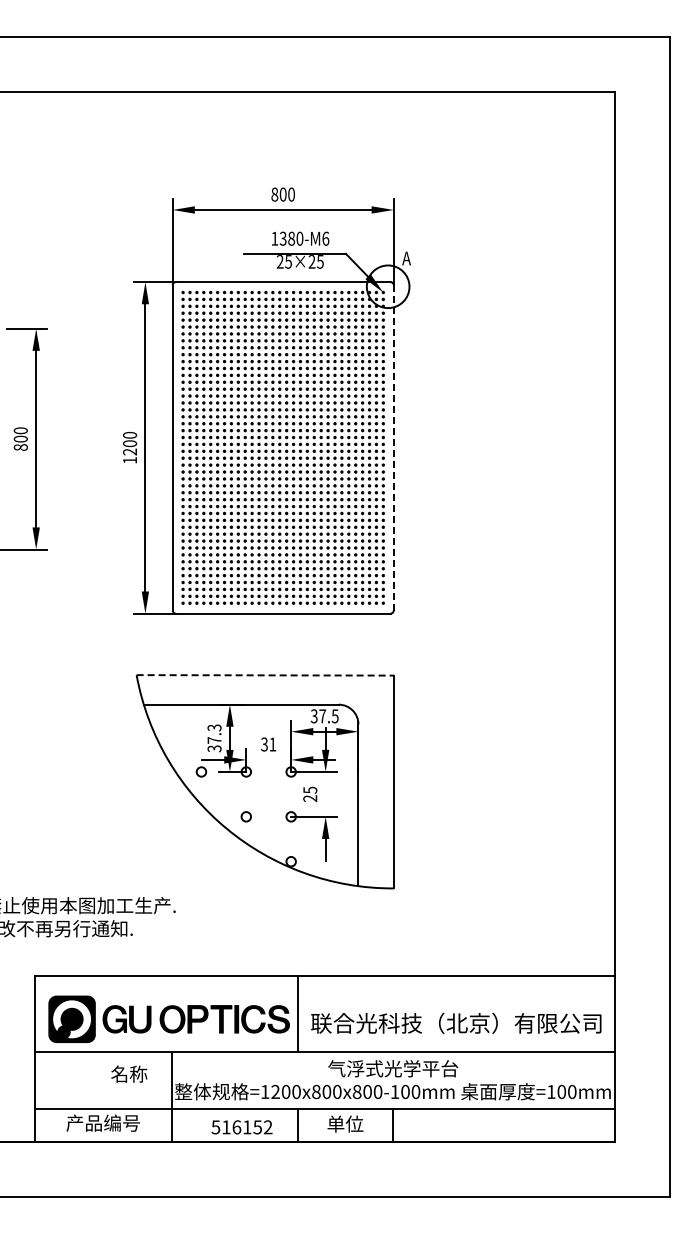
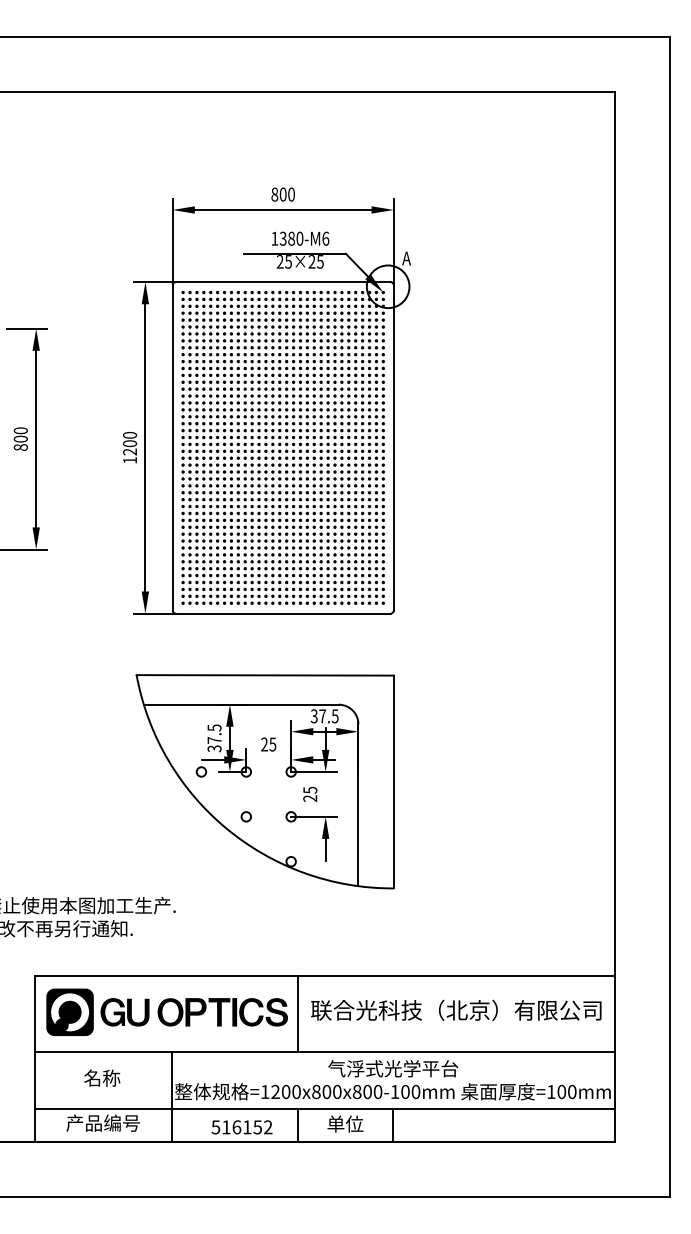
line at (393, 447): dashed -> solid
line at (265, 675): dashed -> solid
text at (213, 727): 37.3 -> 37.5
text at (268, 744): 31 -> 25
part at (168, 1018) position: (168, 1018) -> (166, 1011)
text at (456, 1022) position: (456, 1022) -> (456, 1009)
text at (129, 1073) position: (129, 1073) -> (102, 1077)
